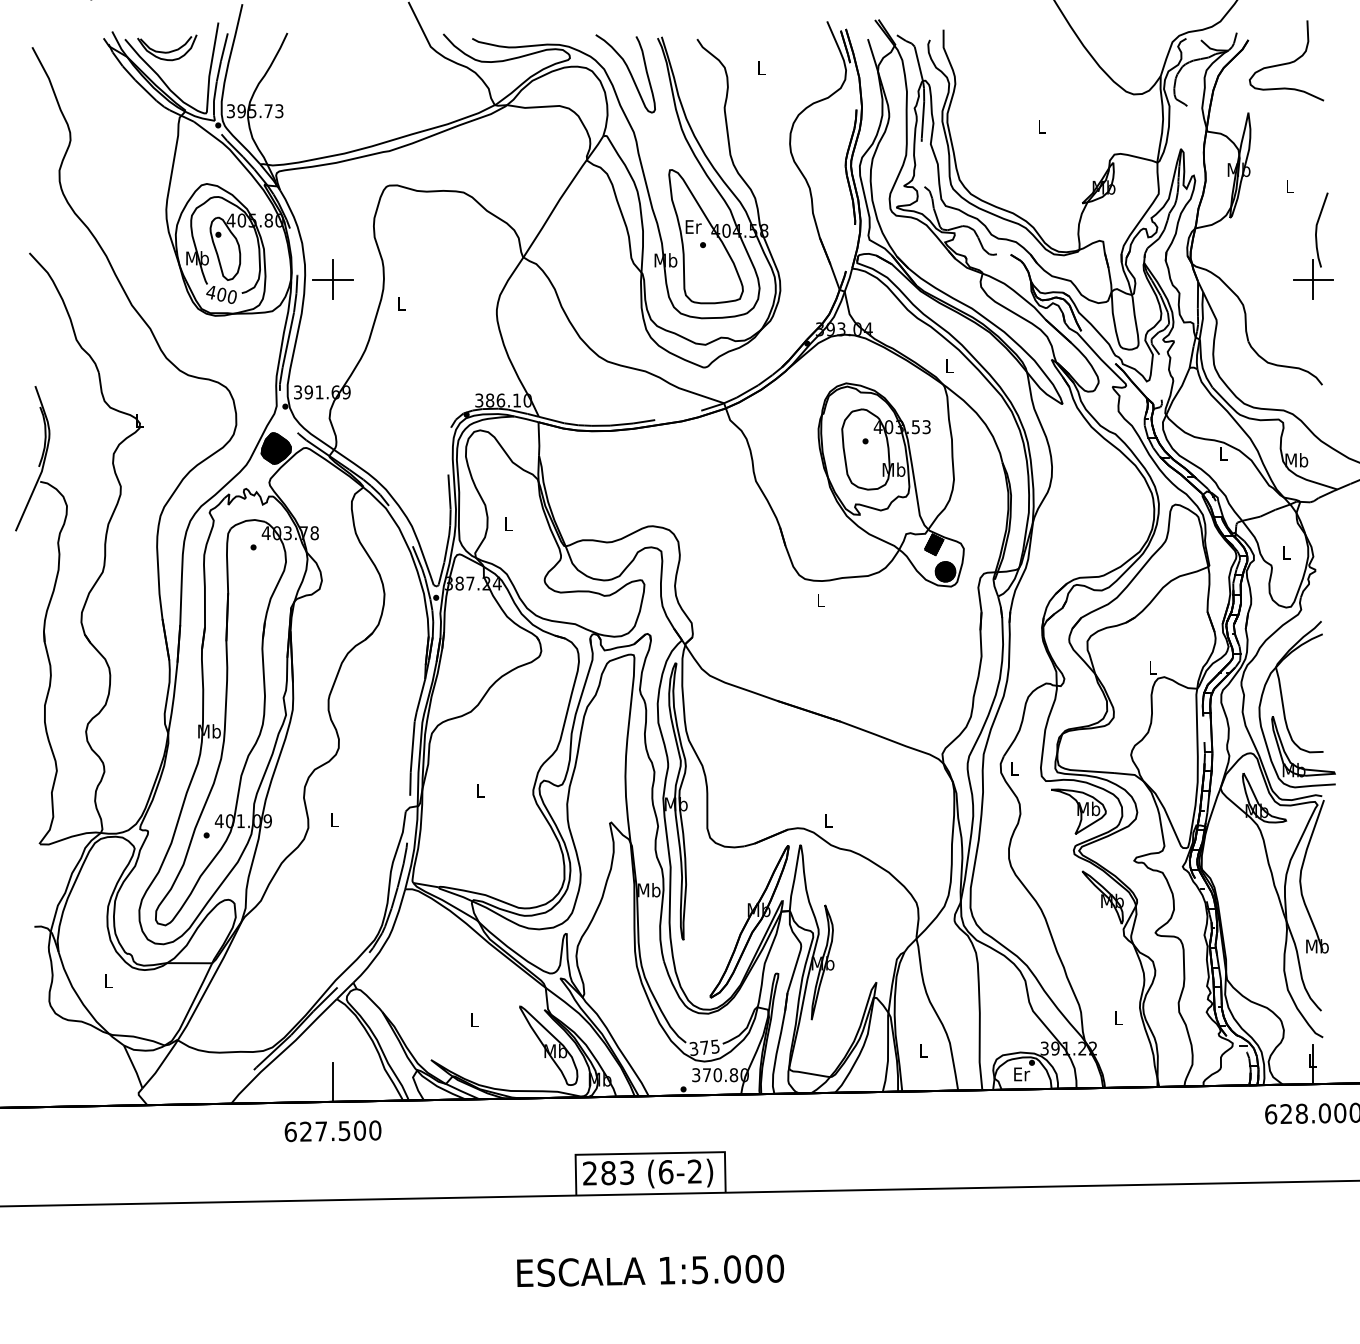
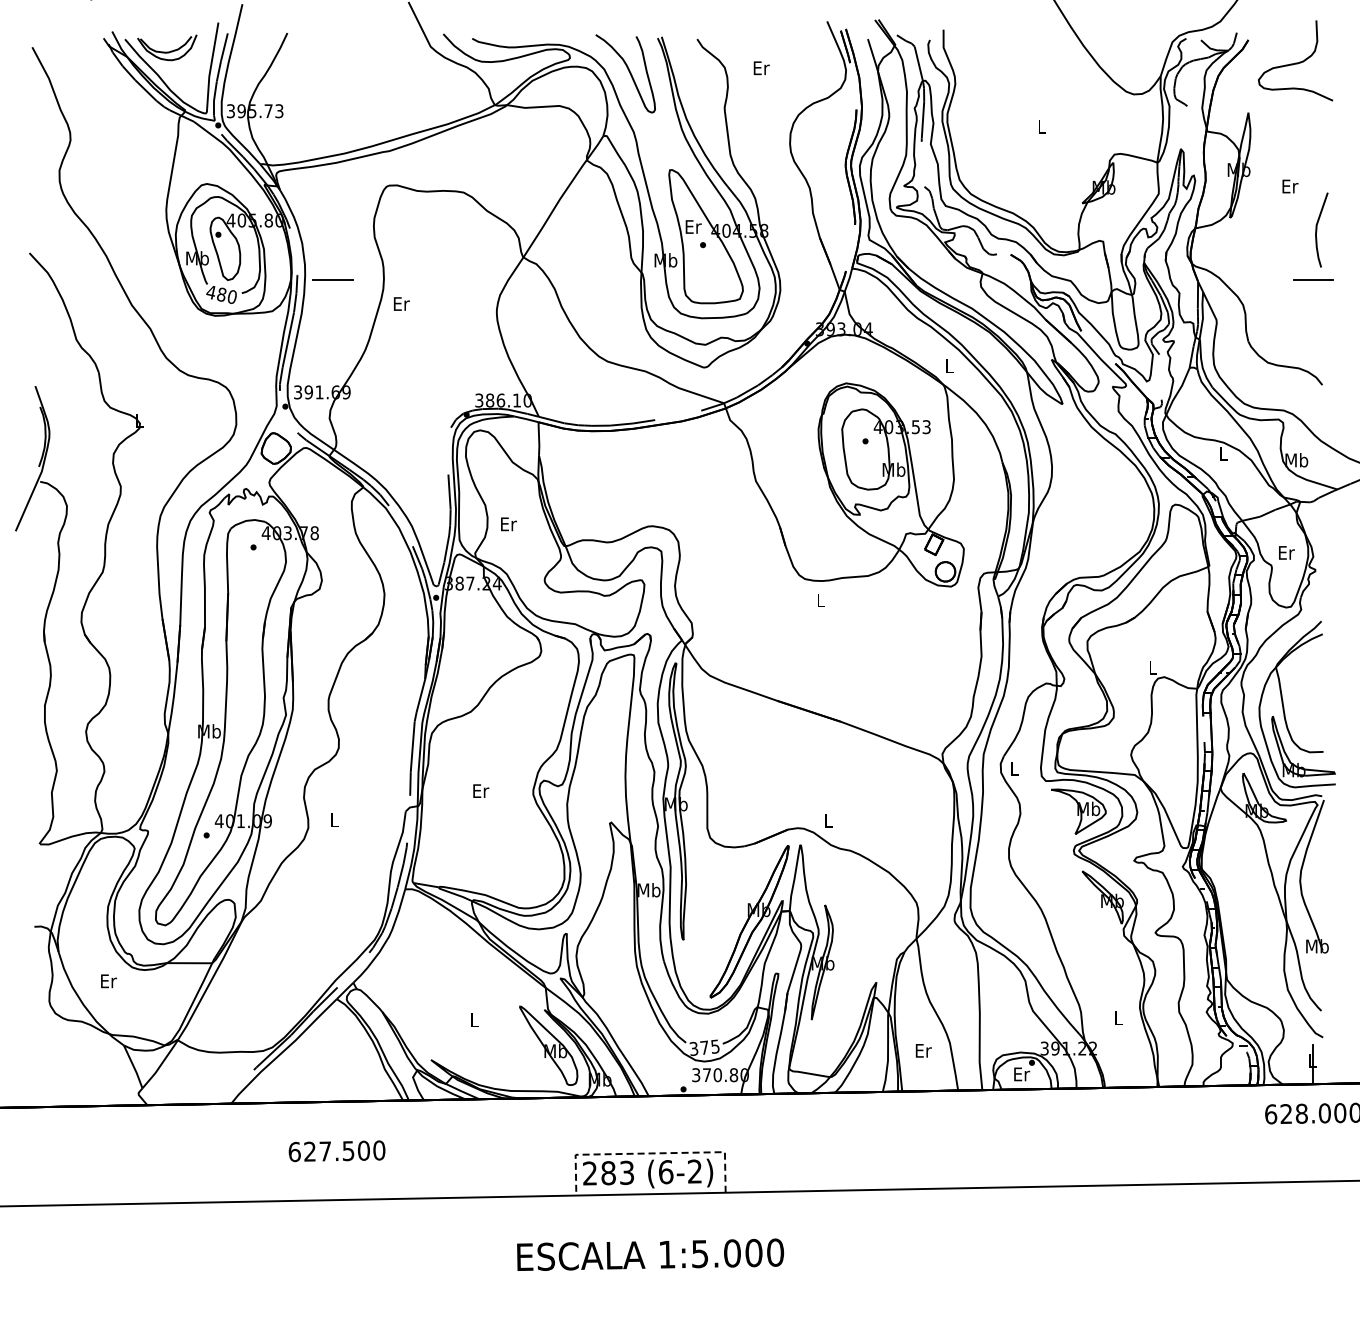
curve at (1286, 62) position: (1286, 62) -> (1295, 62)
text at (761, 68): L -> Er
text at (1290, 186): L -> Er
line at (332, 279): present -> none
line at (1313, 279): present -> none
text at (221, 294): 400 -> 480
text at (401, 303): L -> Er
fill at (275, 448): present -> none
text at (508, 524): L -> Er
fill at (933, 544): present -> none
text at (1286, 552): L -> Er
fill at (945, 571): present -> none
text at (481, 790): L -> Er
text at (108, 981): L -> Er
text at (923, 1050): L -> Er
line at (332, 1081): present -> none
text at (332, 1131) position: (332, 1131) -> (336, 1151)
line at (650, 1153): solid -> dashed
text at (650, 1270) position: (650, 1270) -> (650, 1254)
